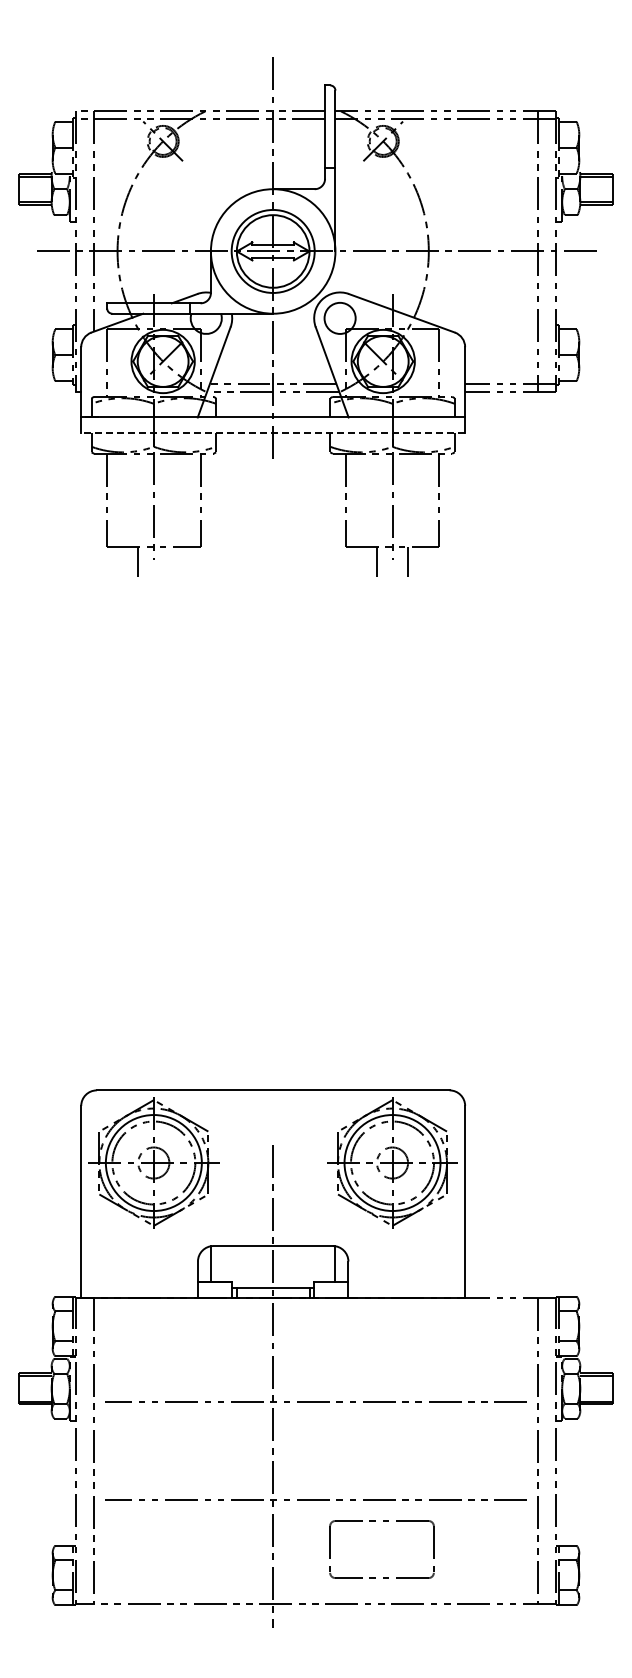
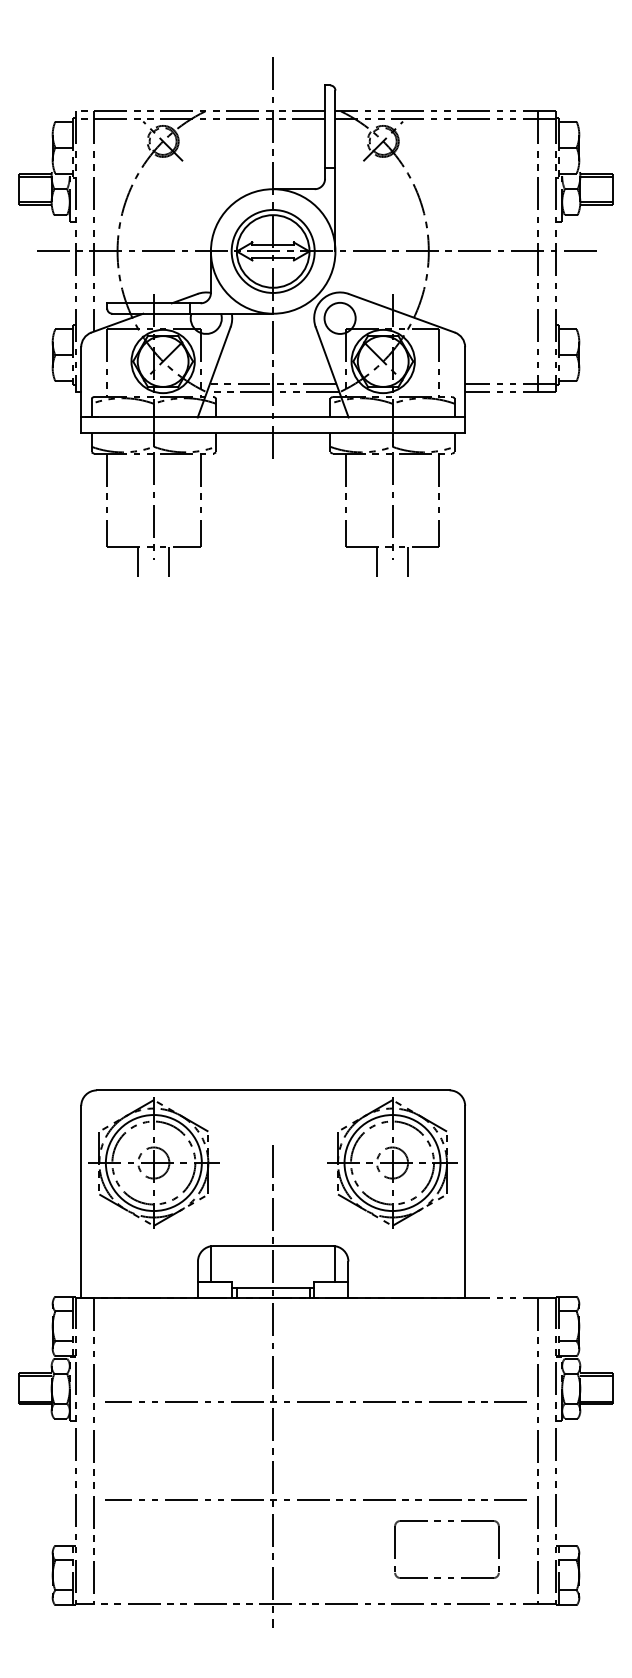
line at (273, 433): dashed -> solid
line at (169, 562): none -> present
part at (383, 1521) position: (383, 1521) -> (448, 1521)
